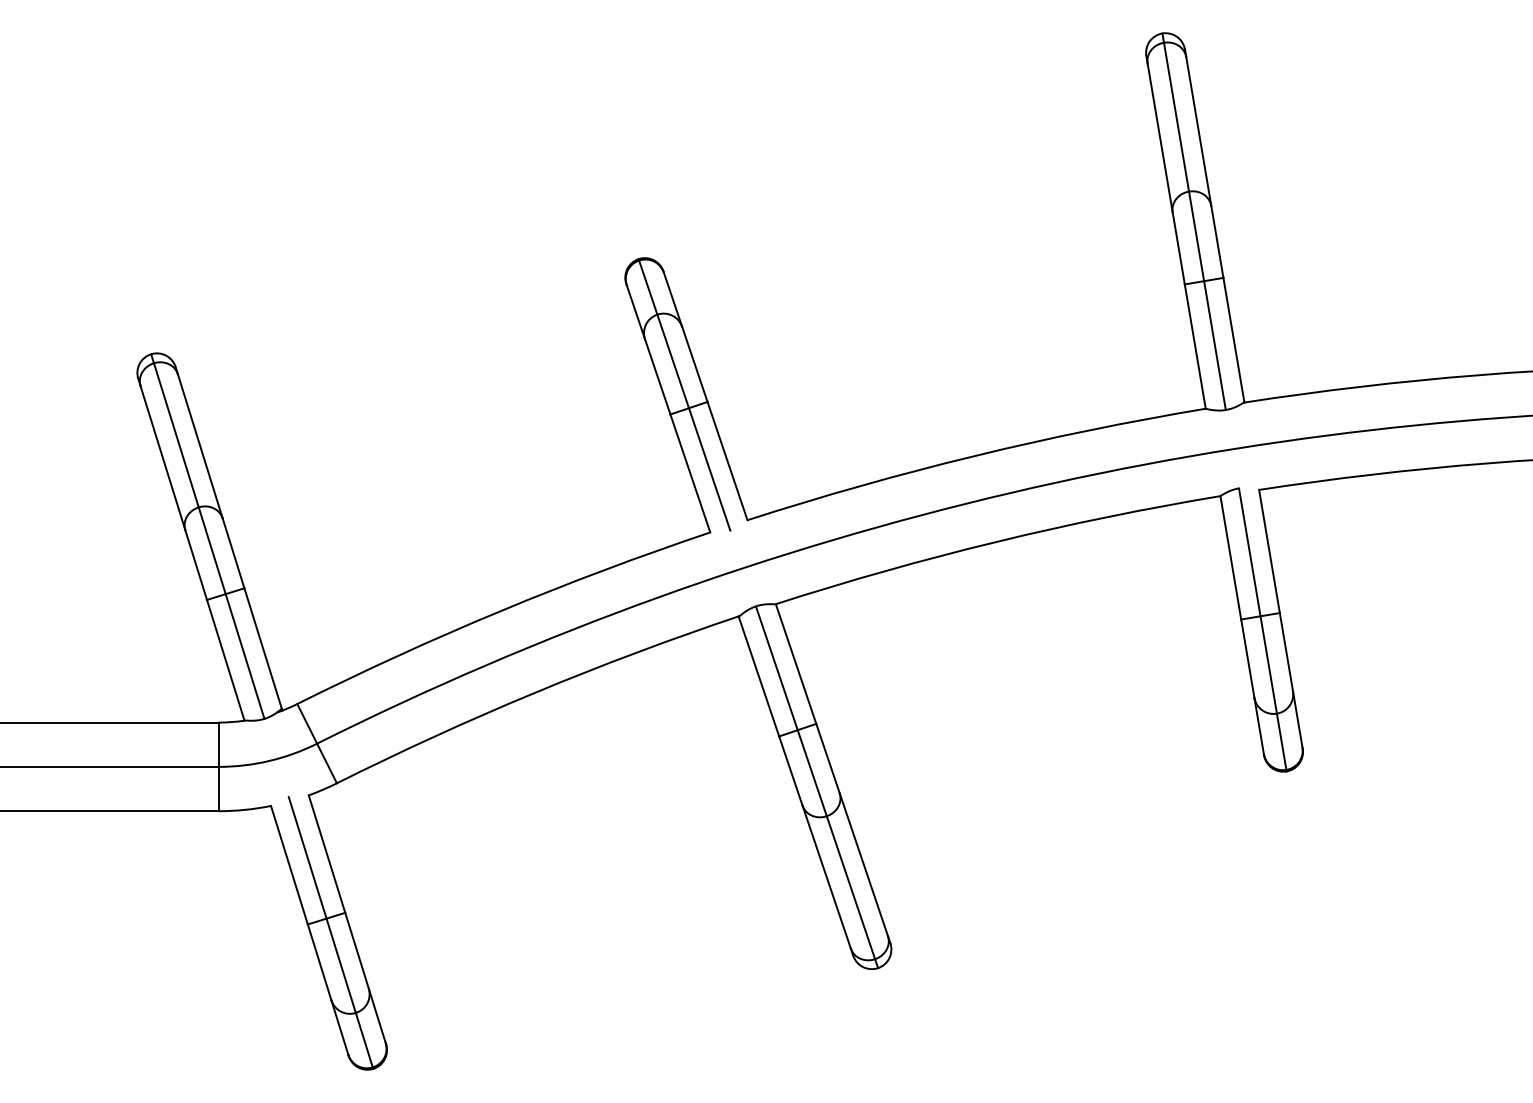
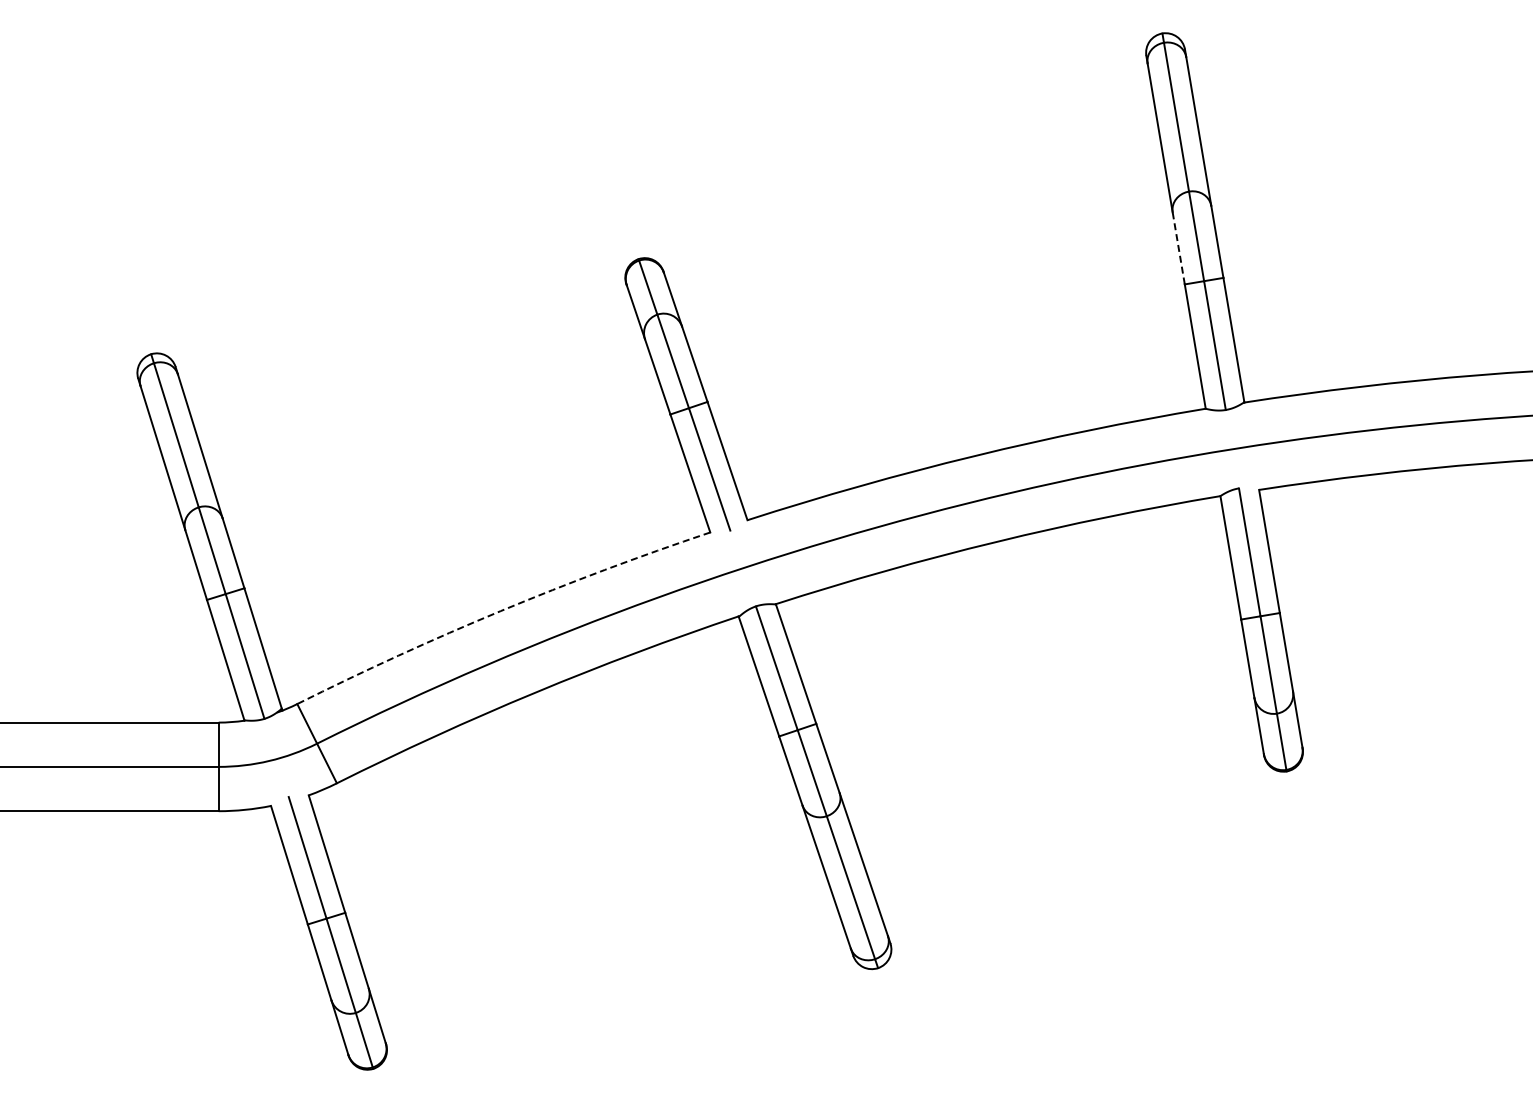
line at (1178, 248): solid -> dashed
arc at (500, 611): solid -> dashed
